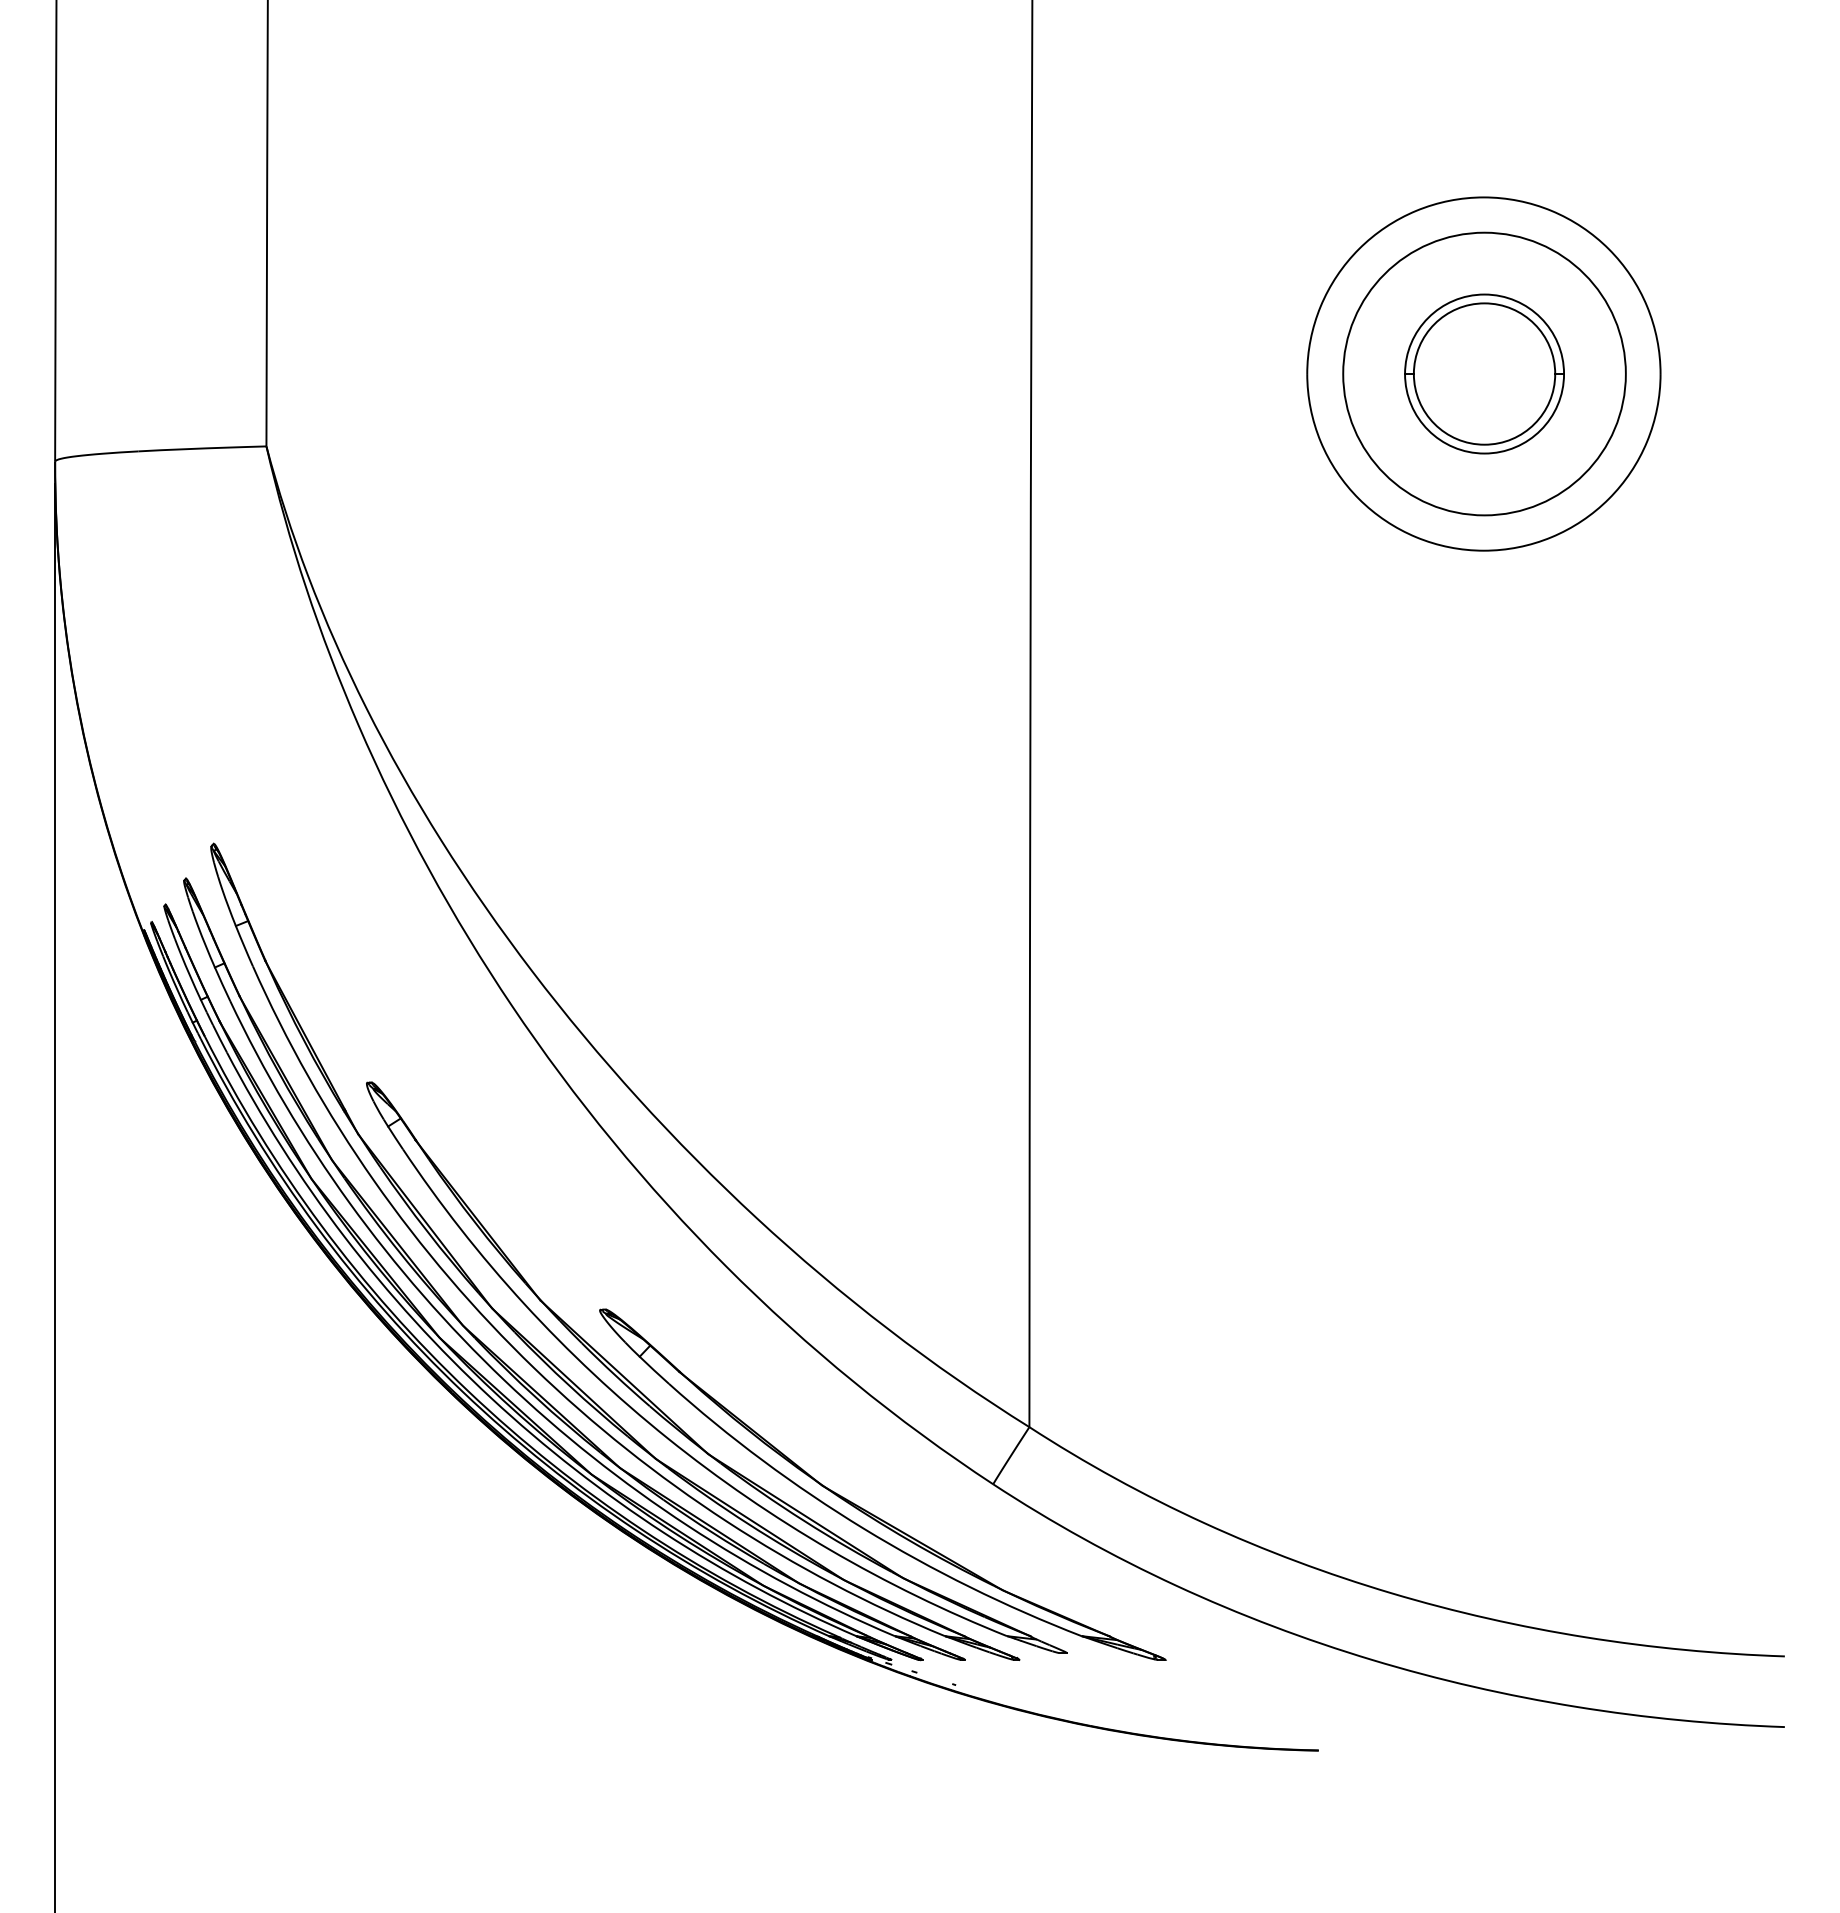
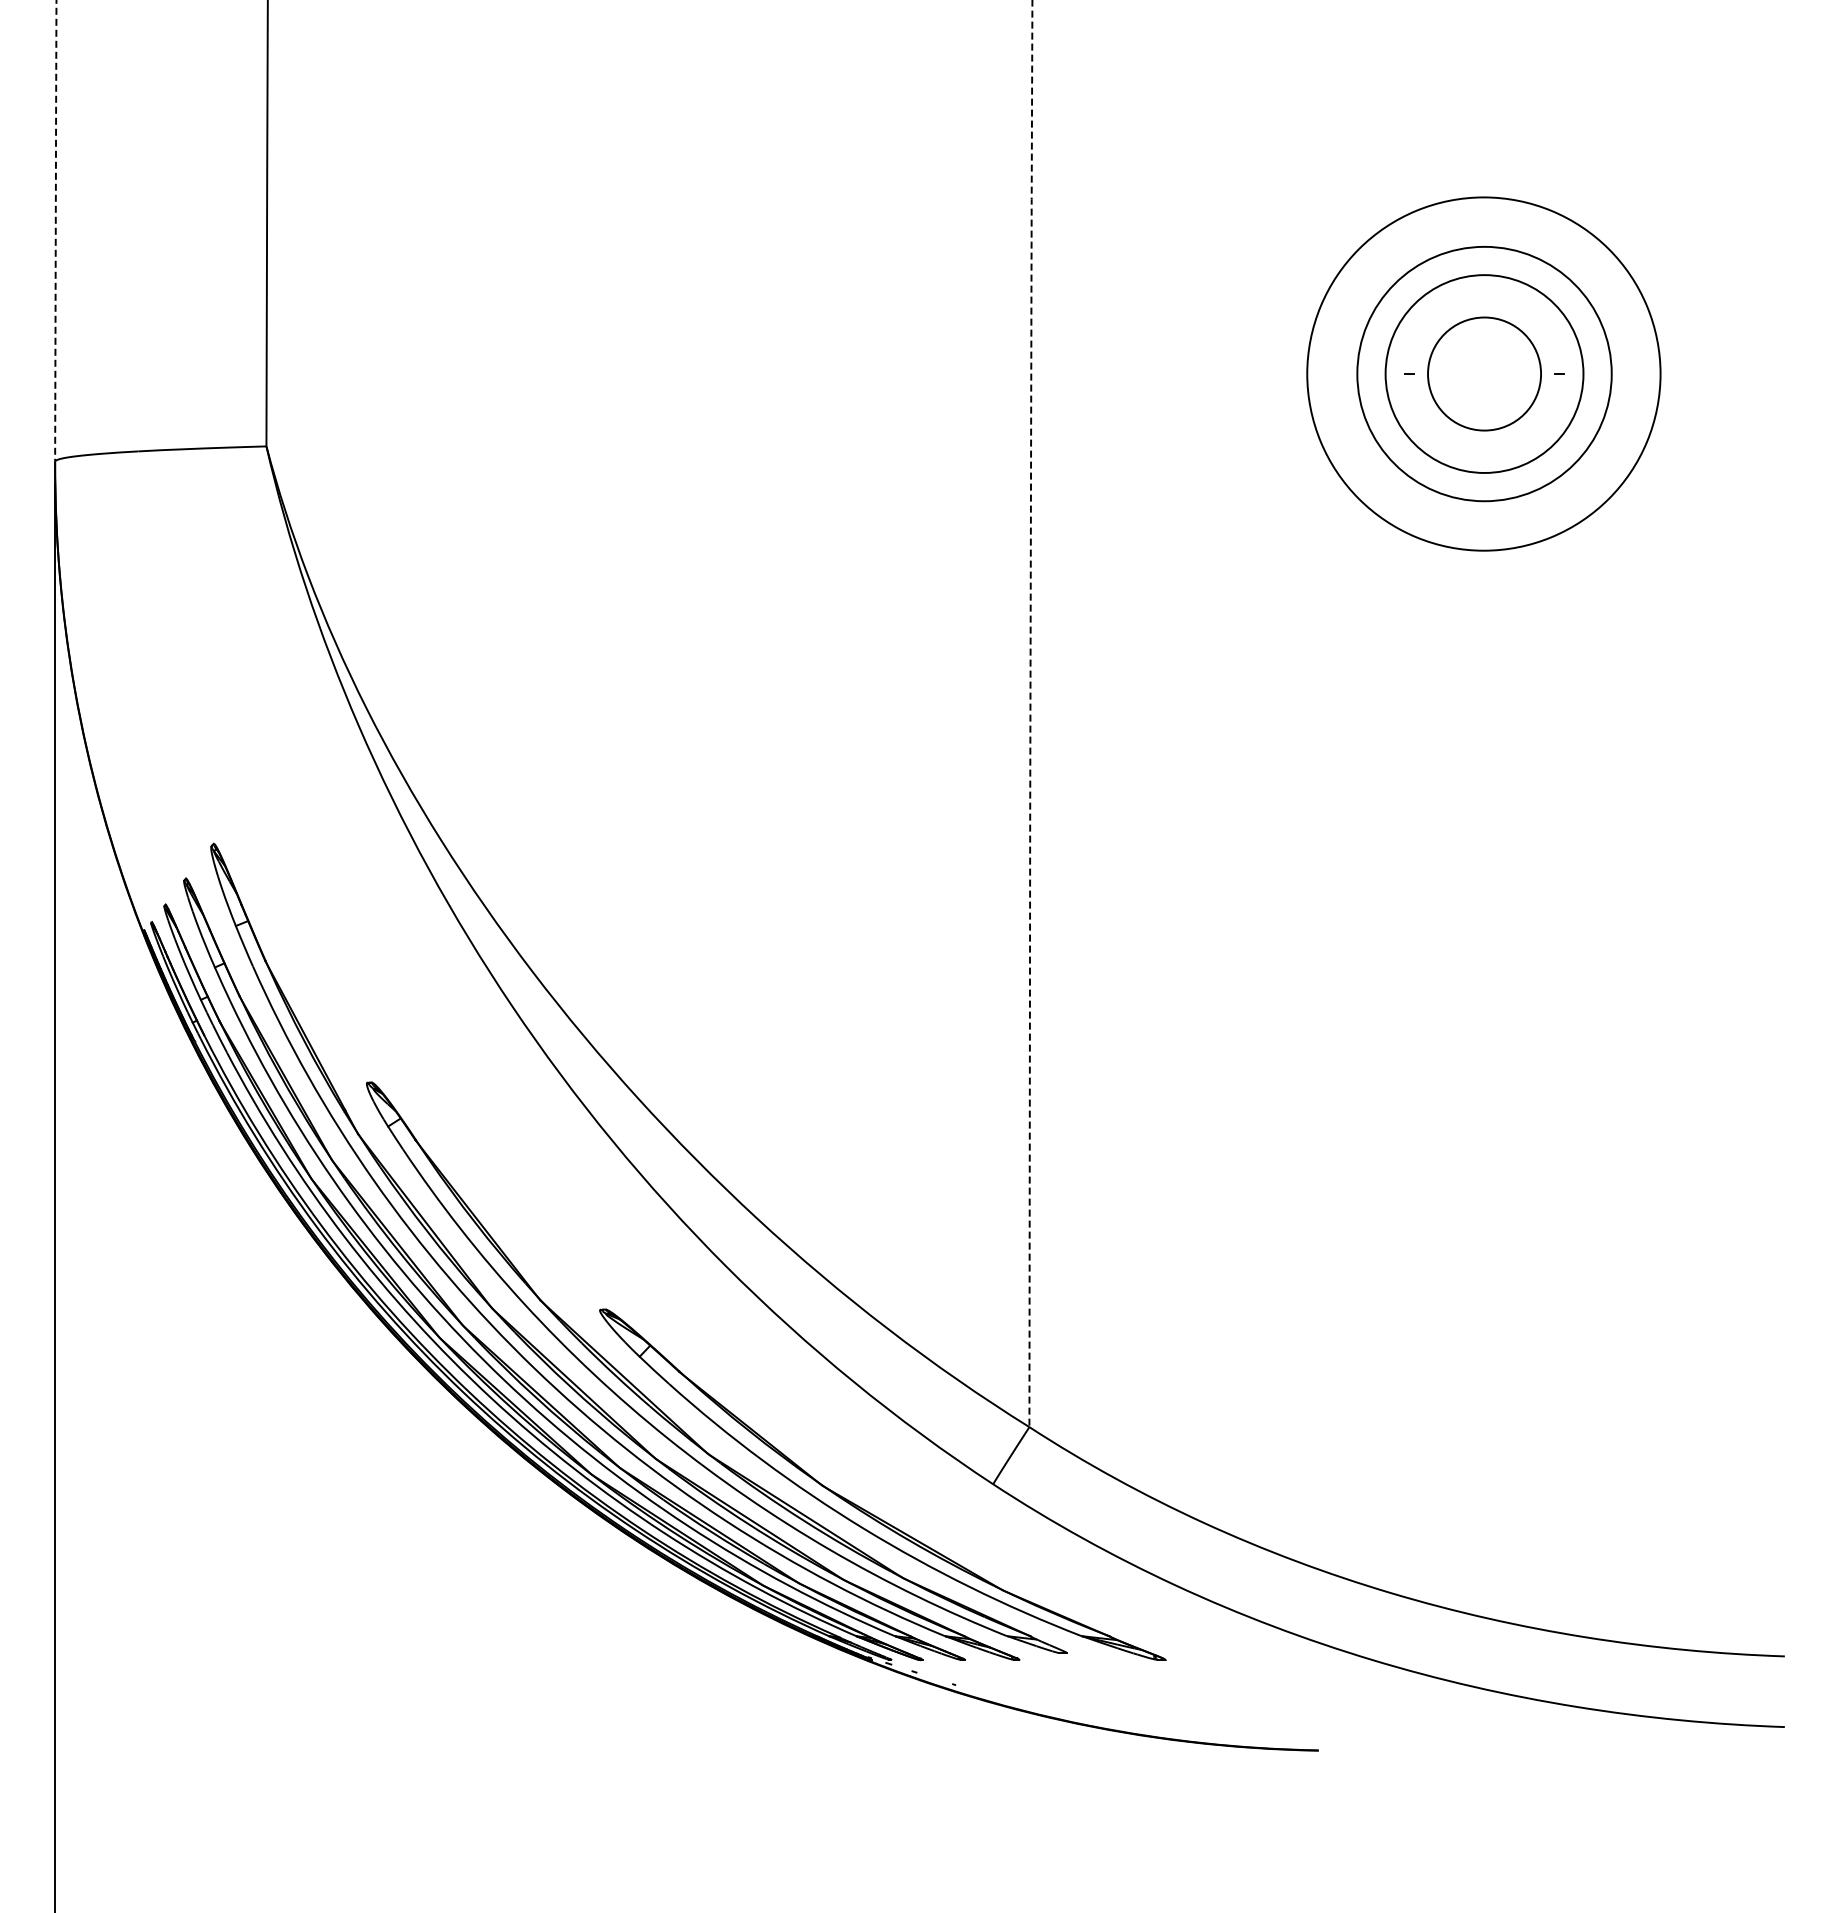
arc at (55, 231): solid -> dashed
circle at (1484, 373) diameter: 141 px -> 113 px
circle at (1484, 373) diameter: 159 px -> 254 px
circle at (1484, 373) diameter: 283 px -> 198 px
arc at (1030, 714): solid -> dashed
